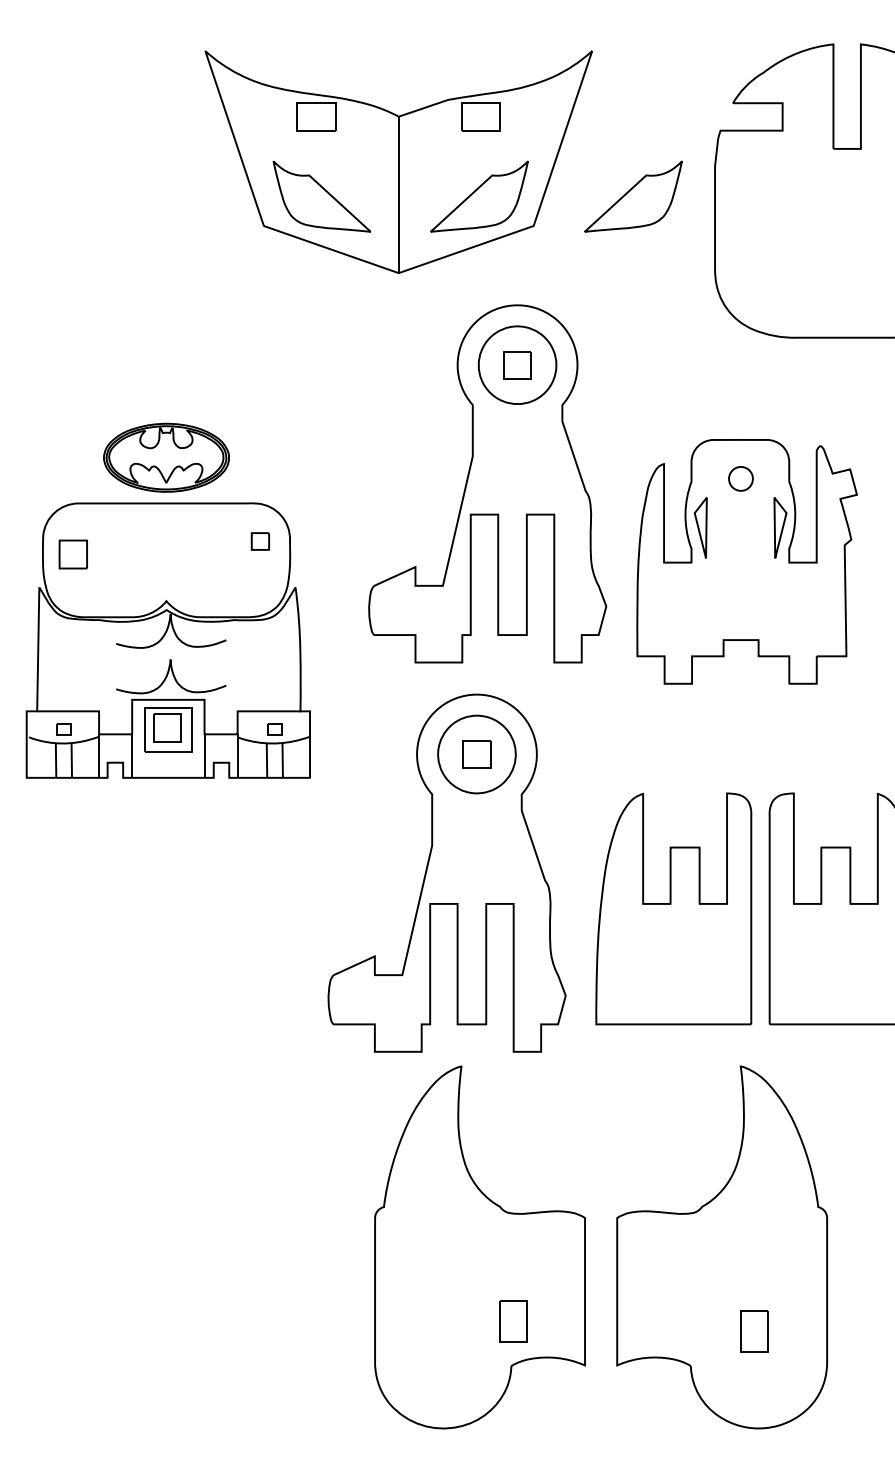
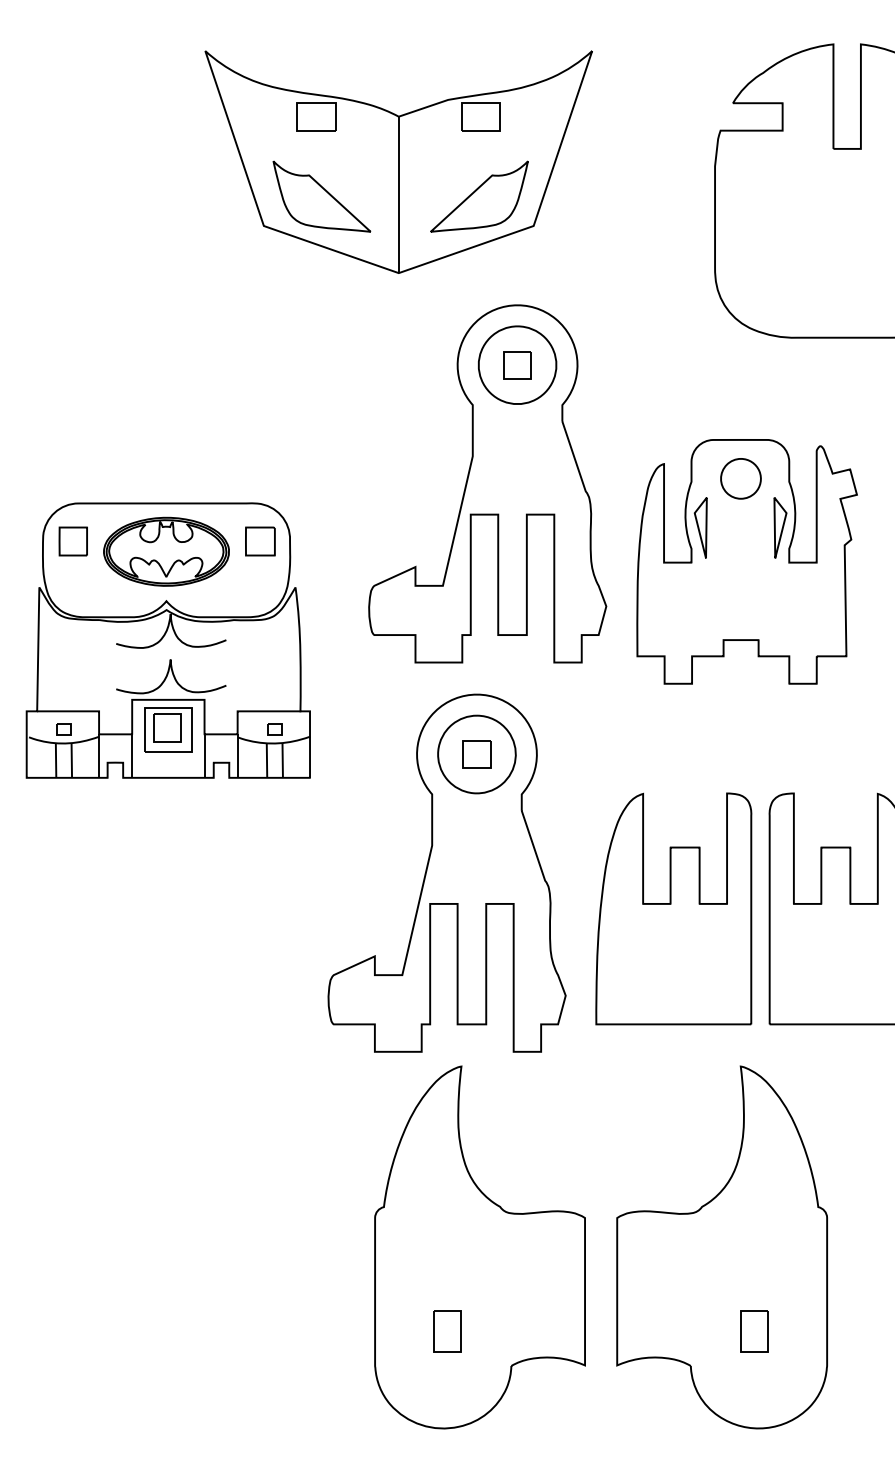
part at (633, 196): present -> none
part at (166, 457) position: (166, 457) -> (166, 551)
part at (740, 478) size: 26x26 px -> 42x42 px
part at (259, 541) size: 20x19 px -> 31x31 px
part at (72, 554) position: (72, 554) -> (72, 541)
part at (513, 1321) position: (513, 1321) -> (447, 1331)
